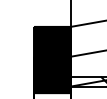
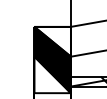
fill at (52, 41): present -> none
fill at (52, 74): present -> none
